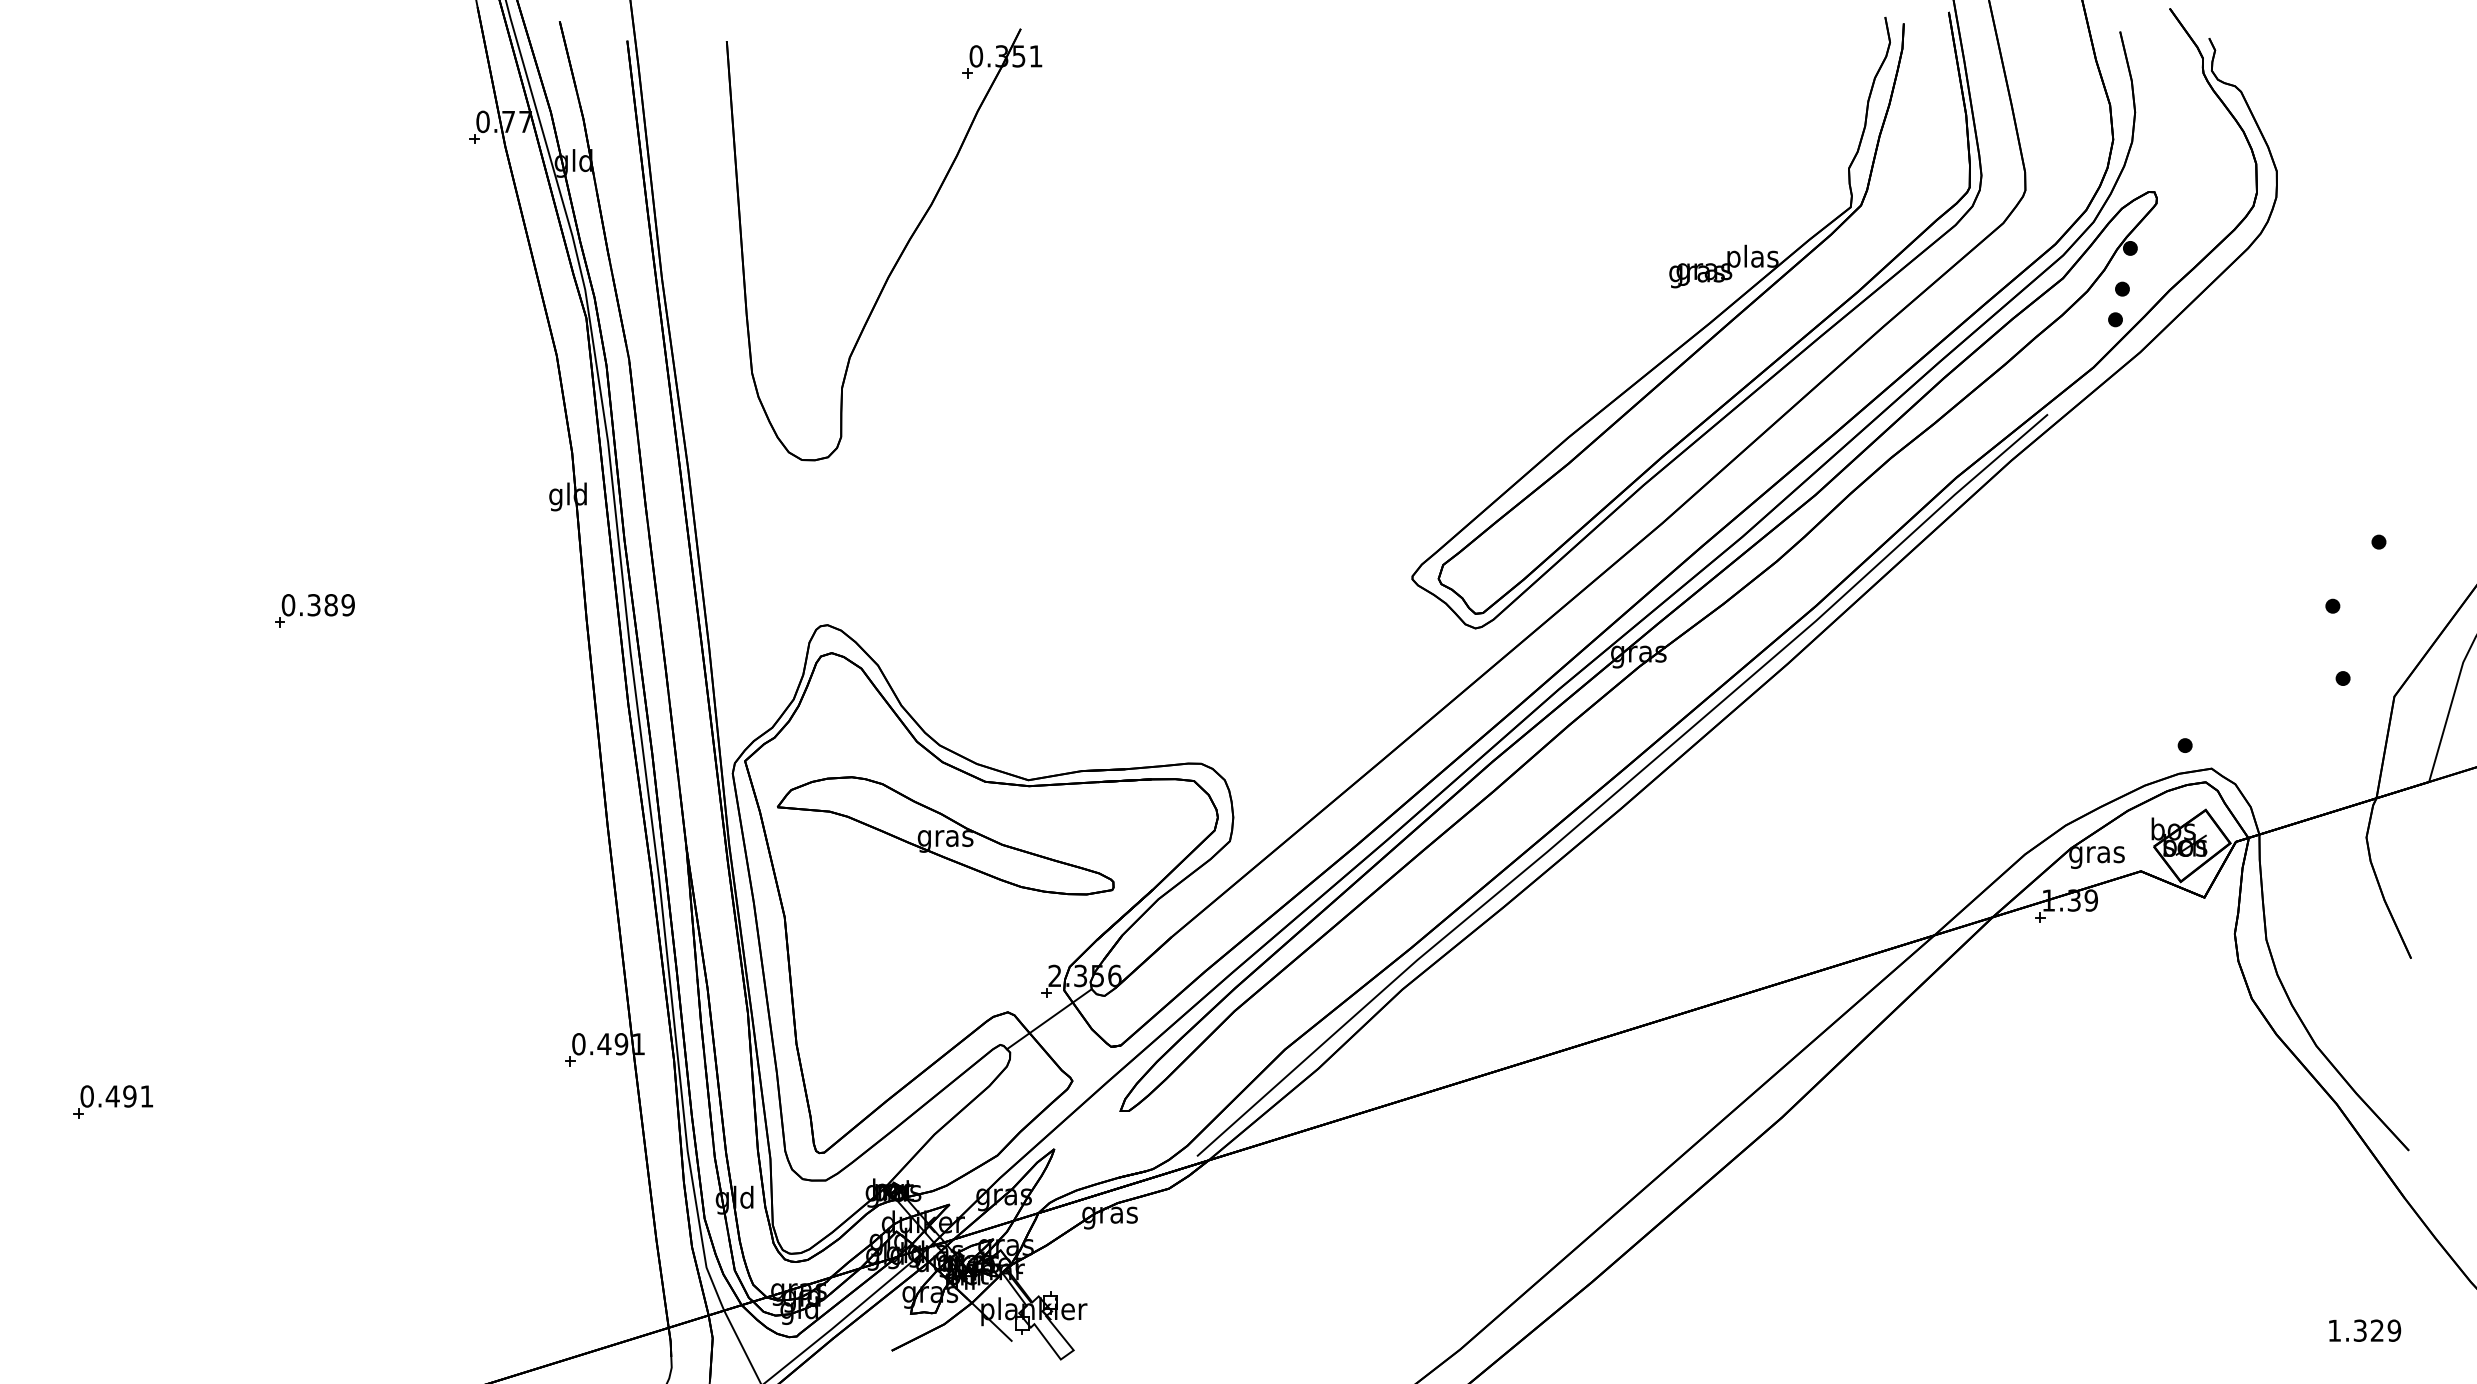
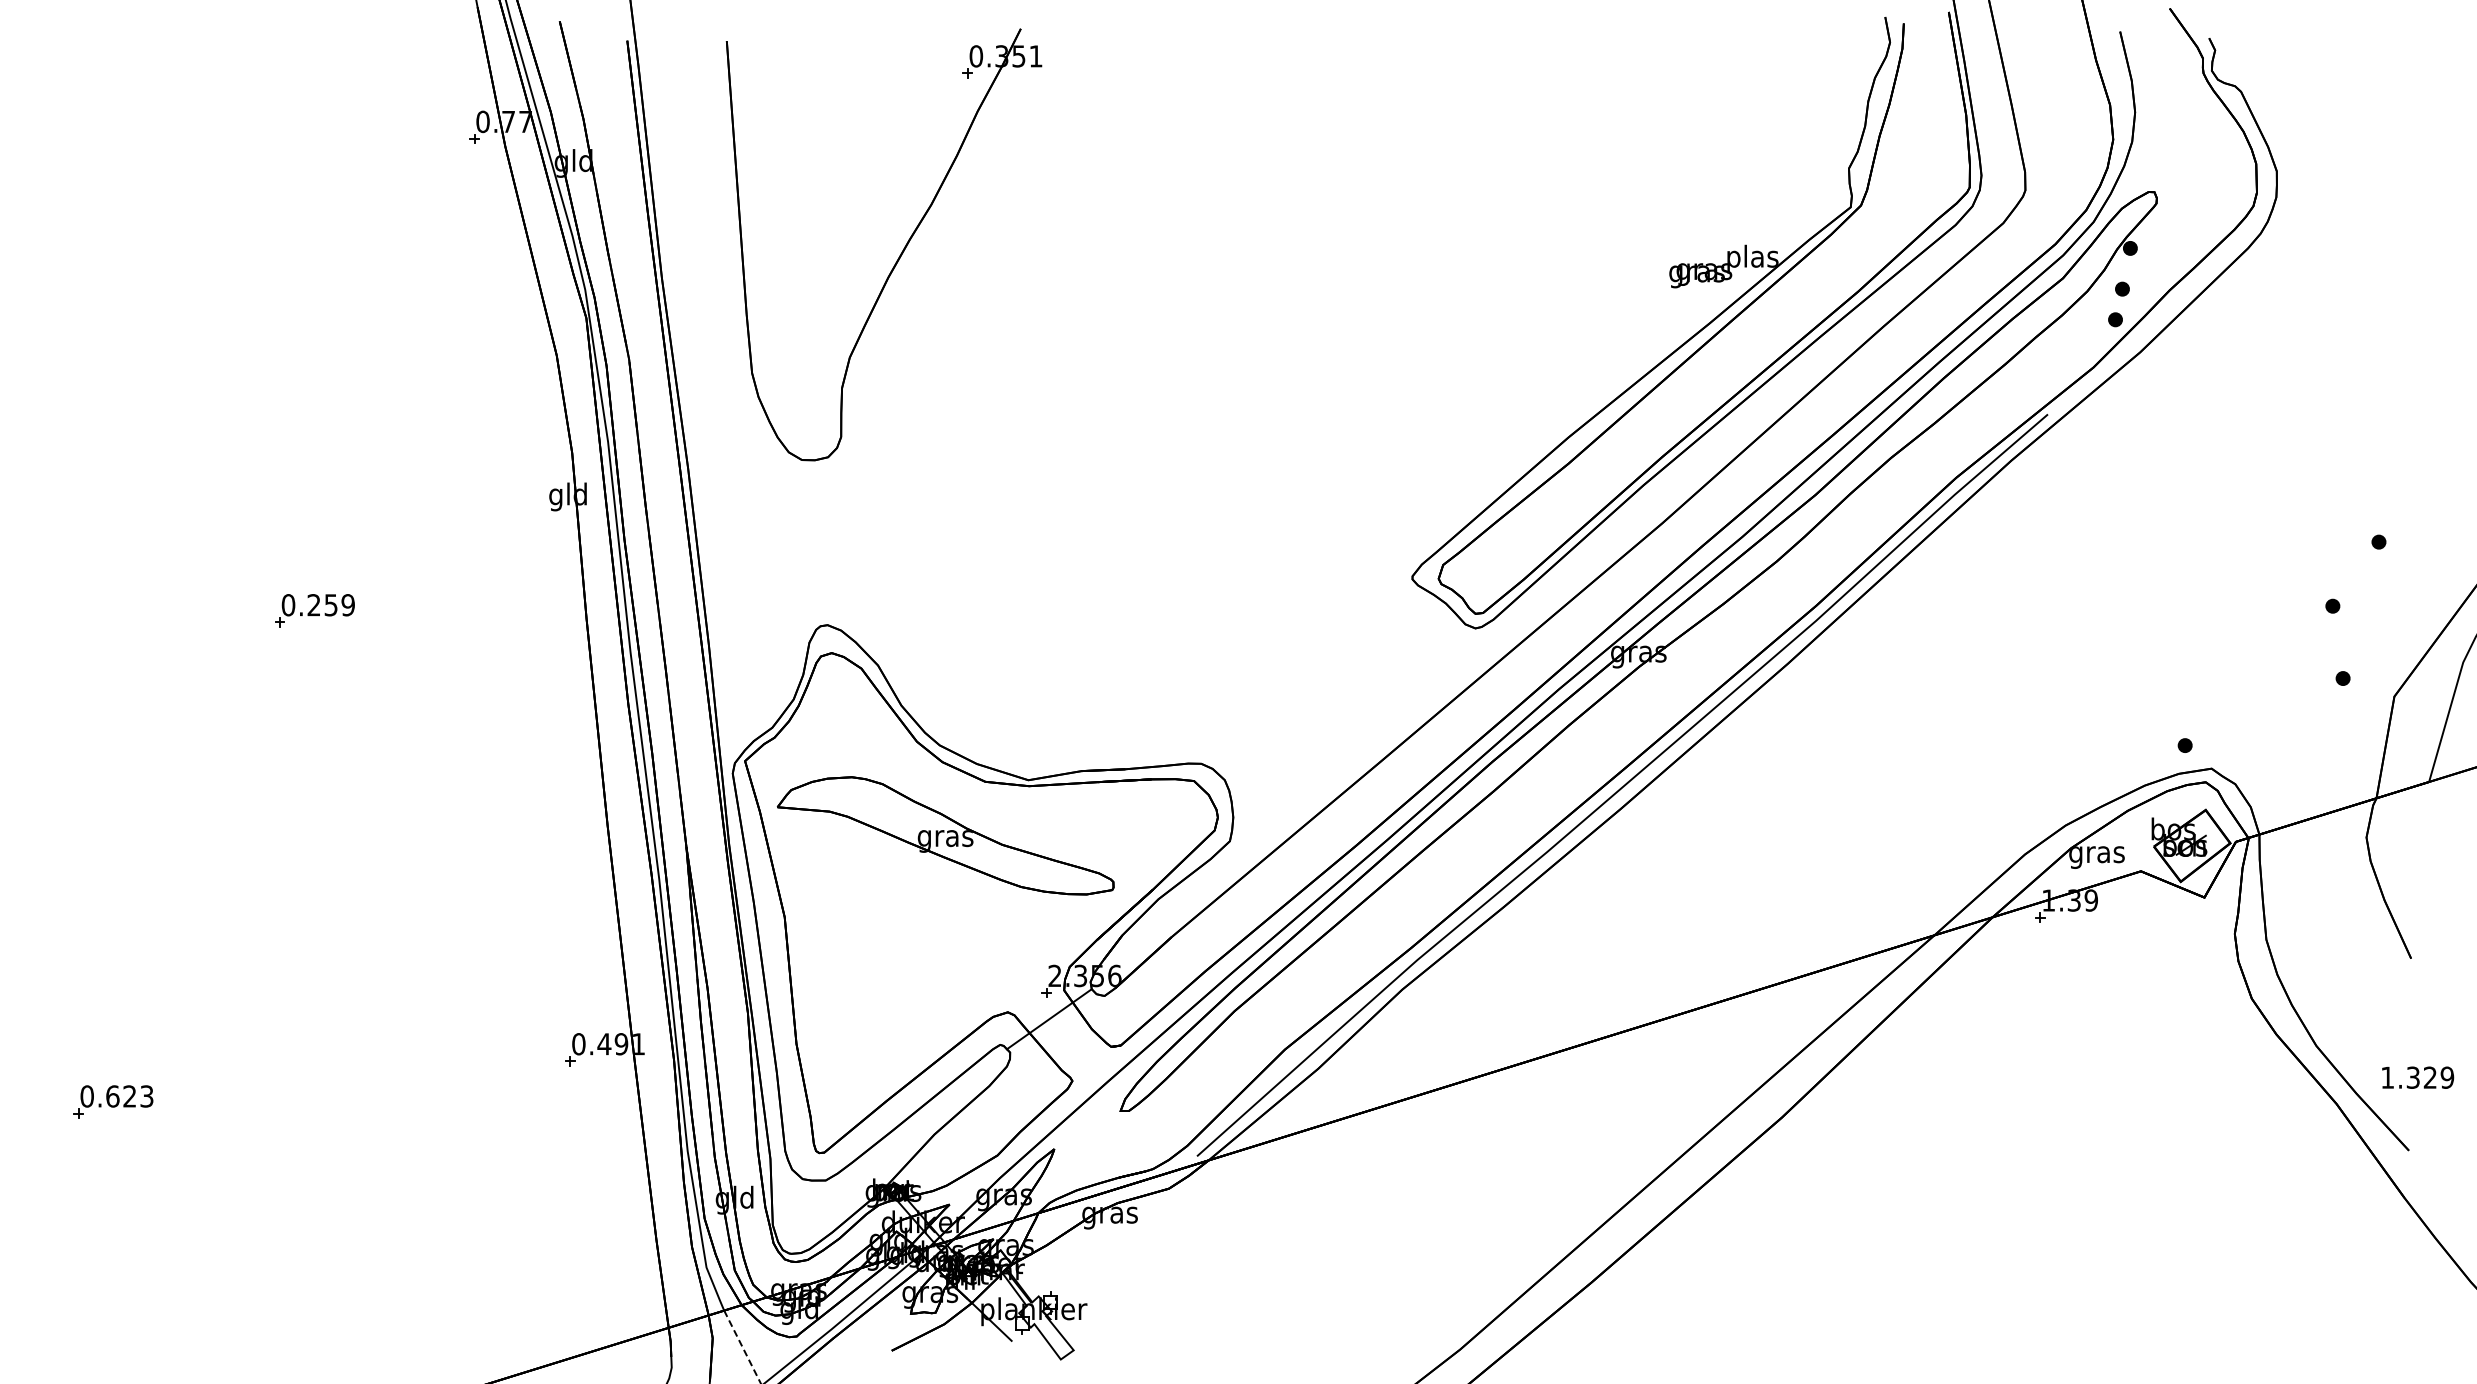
text at (322, 605): 0.389 -> 0.259
text at (129, 1096): 0.491 -> 0.623
text at (2365, 1330) position: (2365, 1330) -> (2418, 1077)
line at (742, 1347): solid -> dashed
